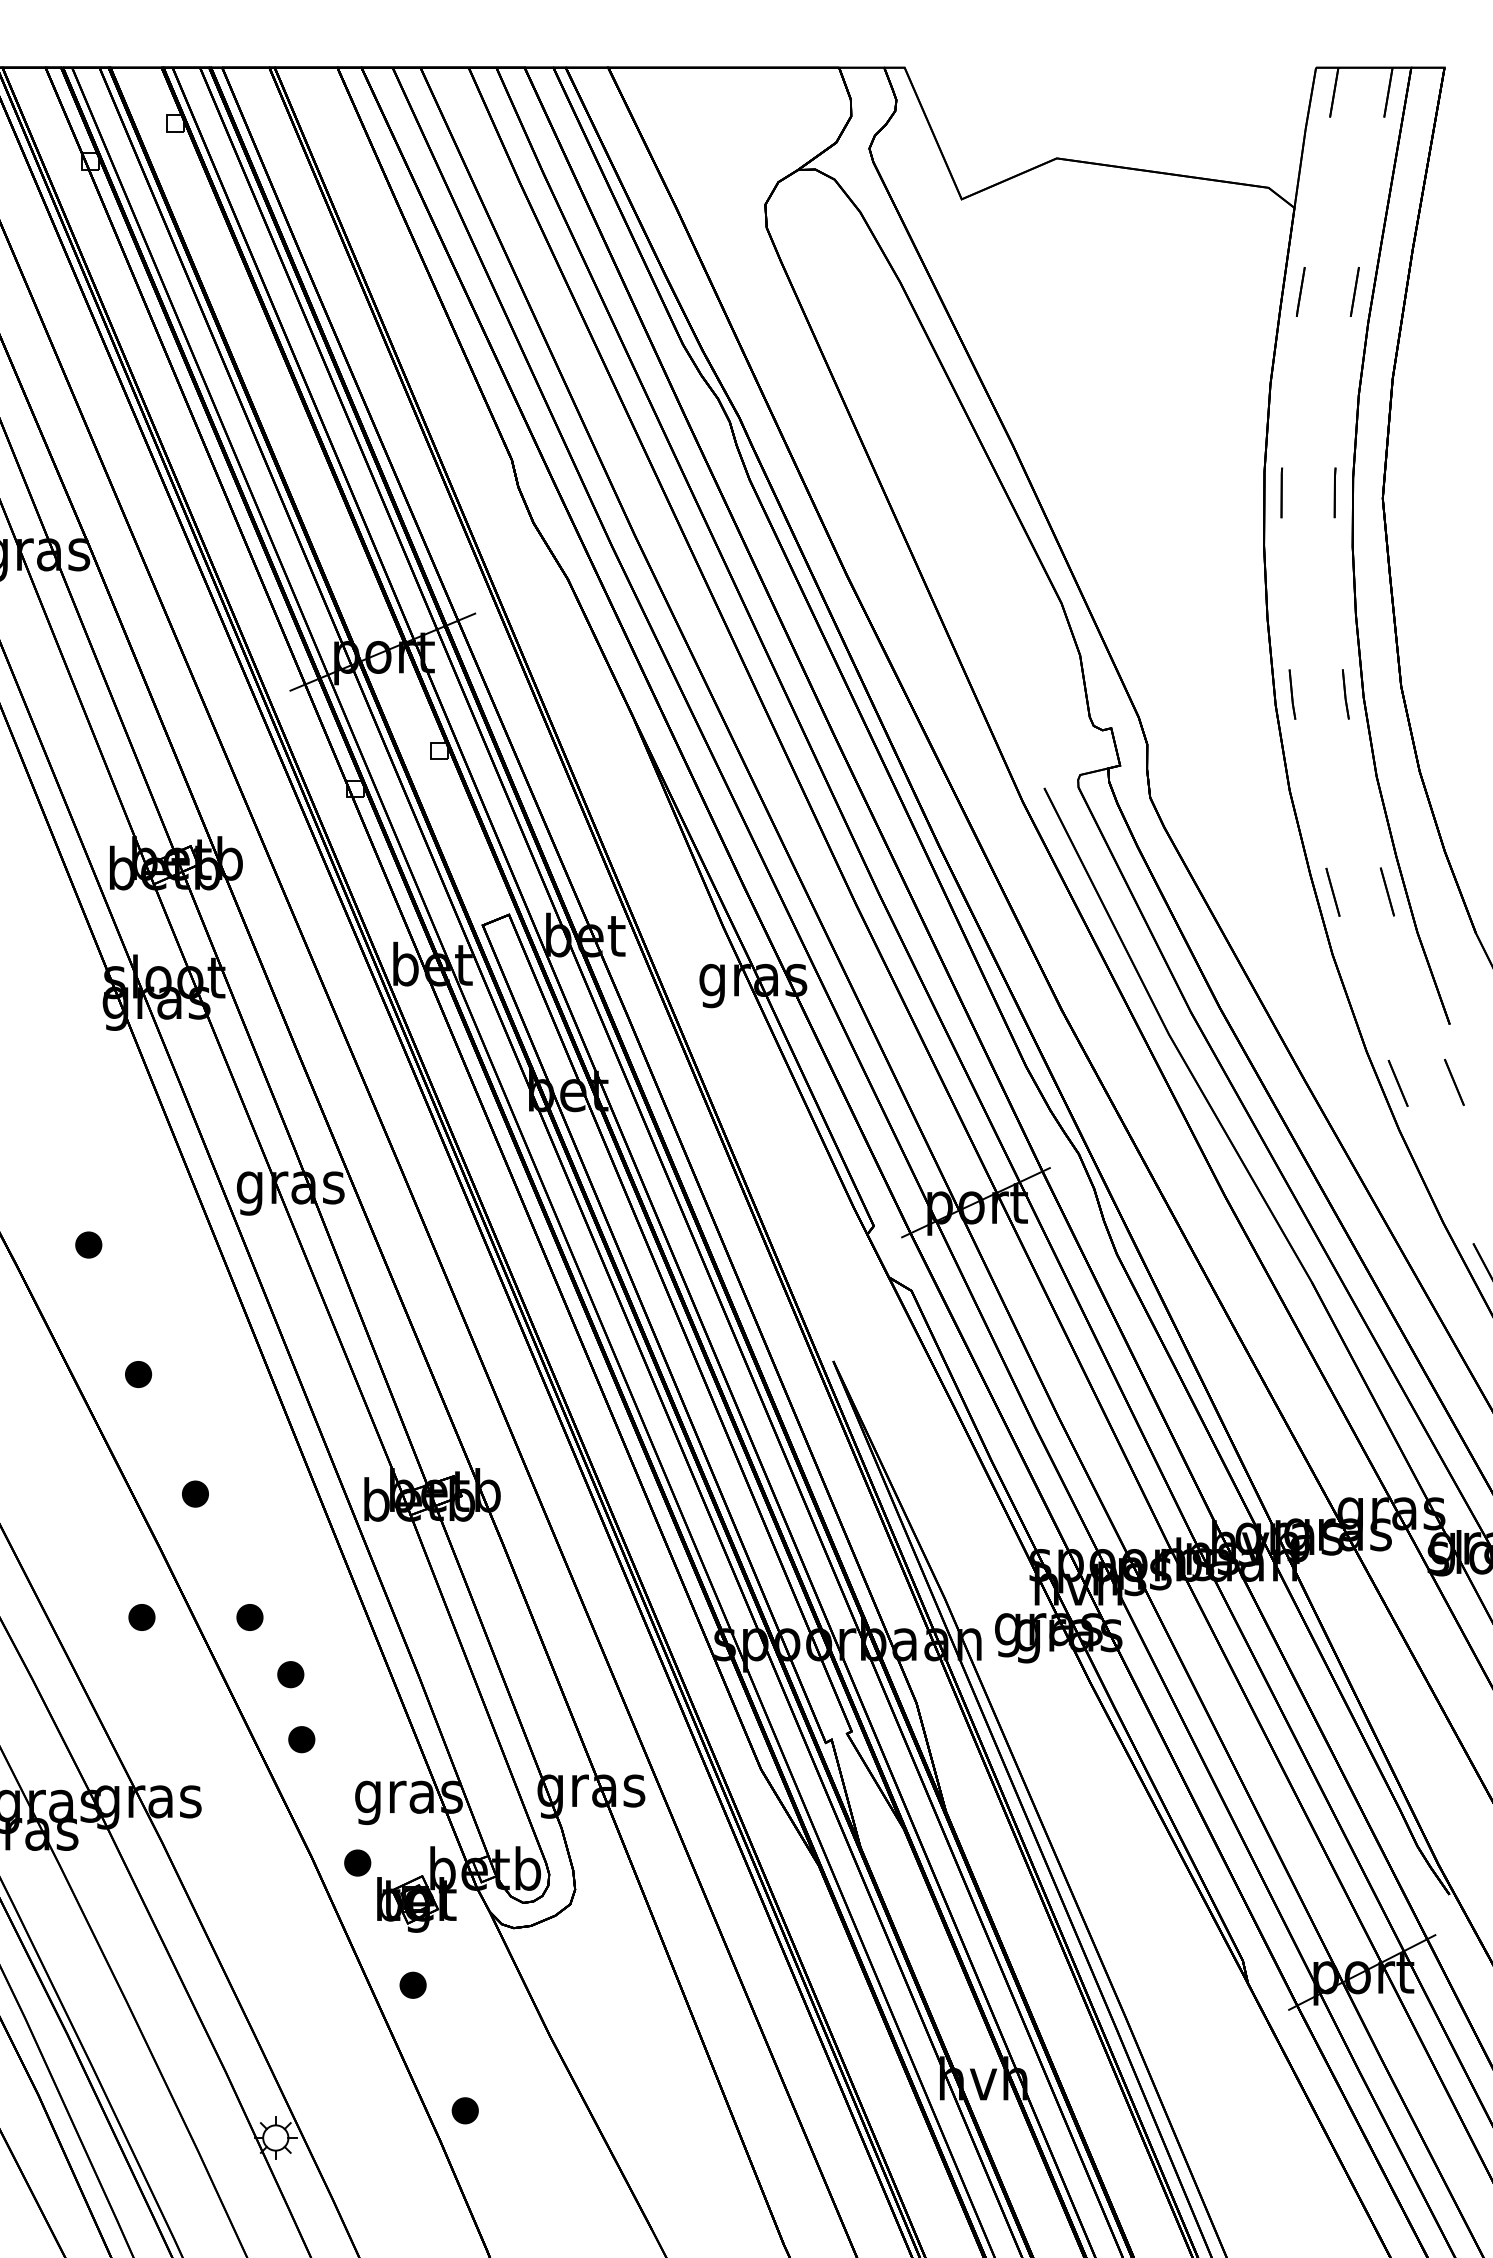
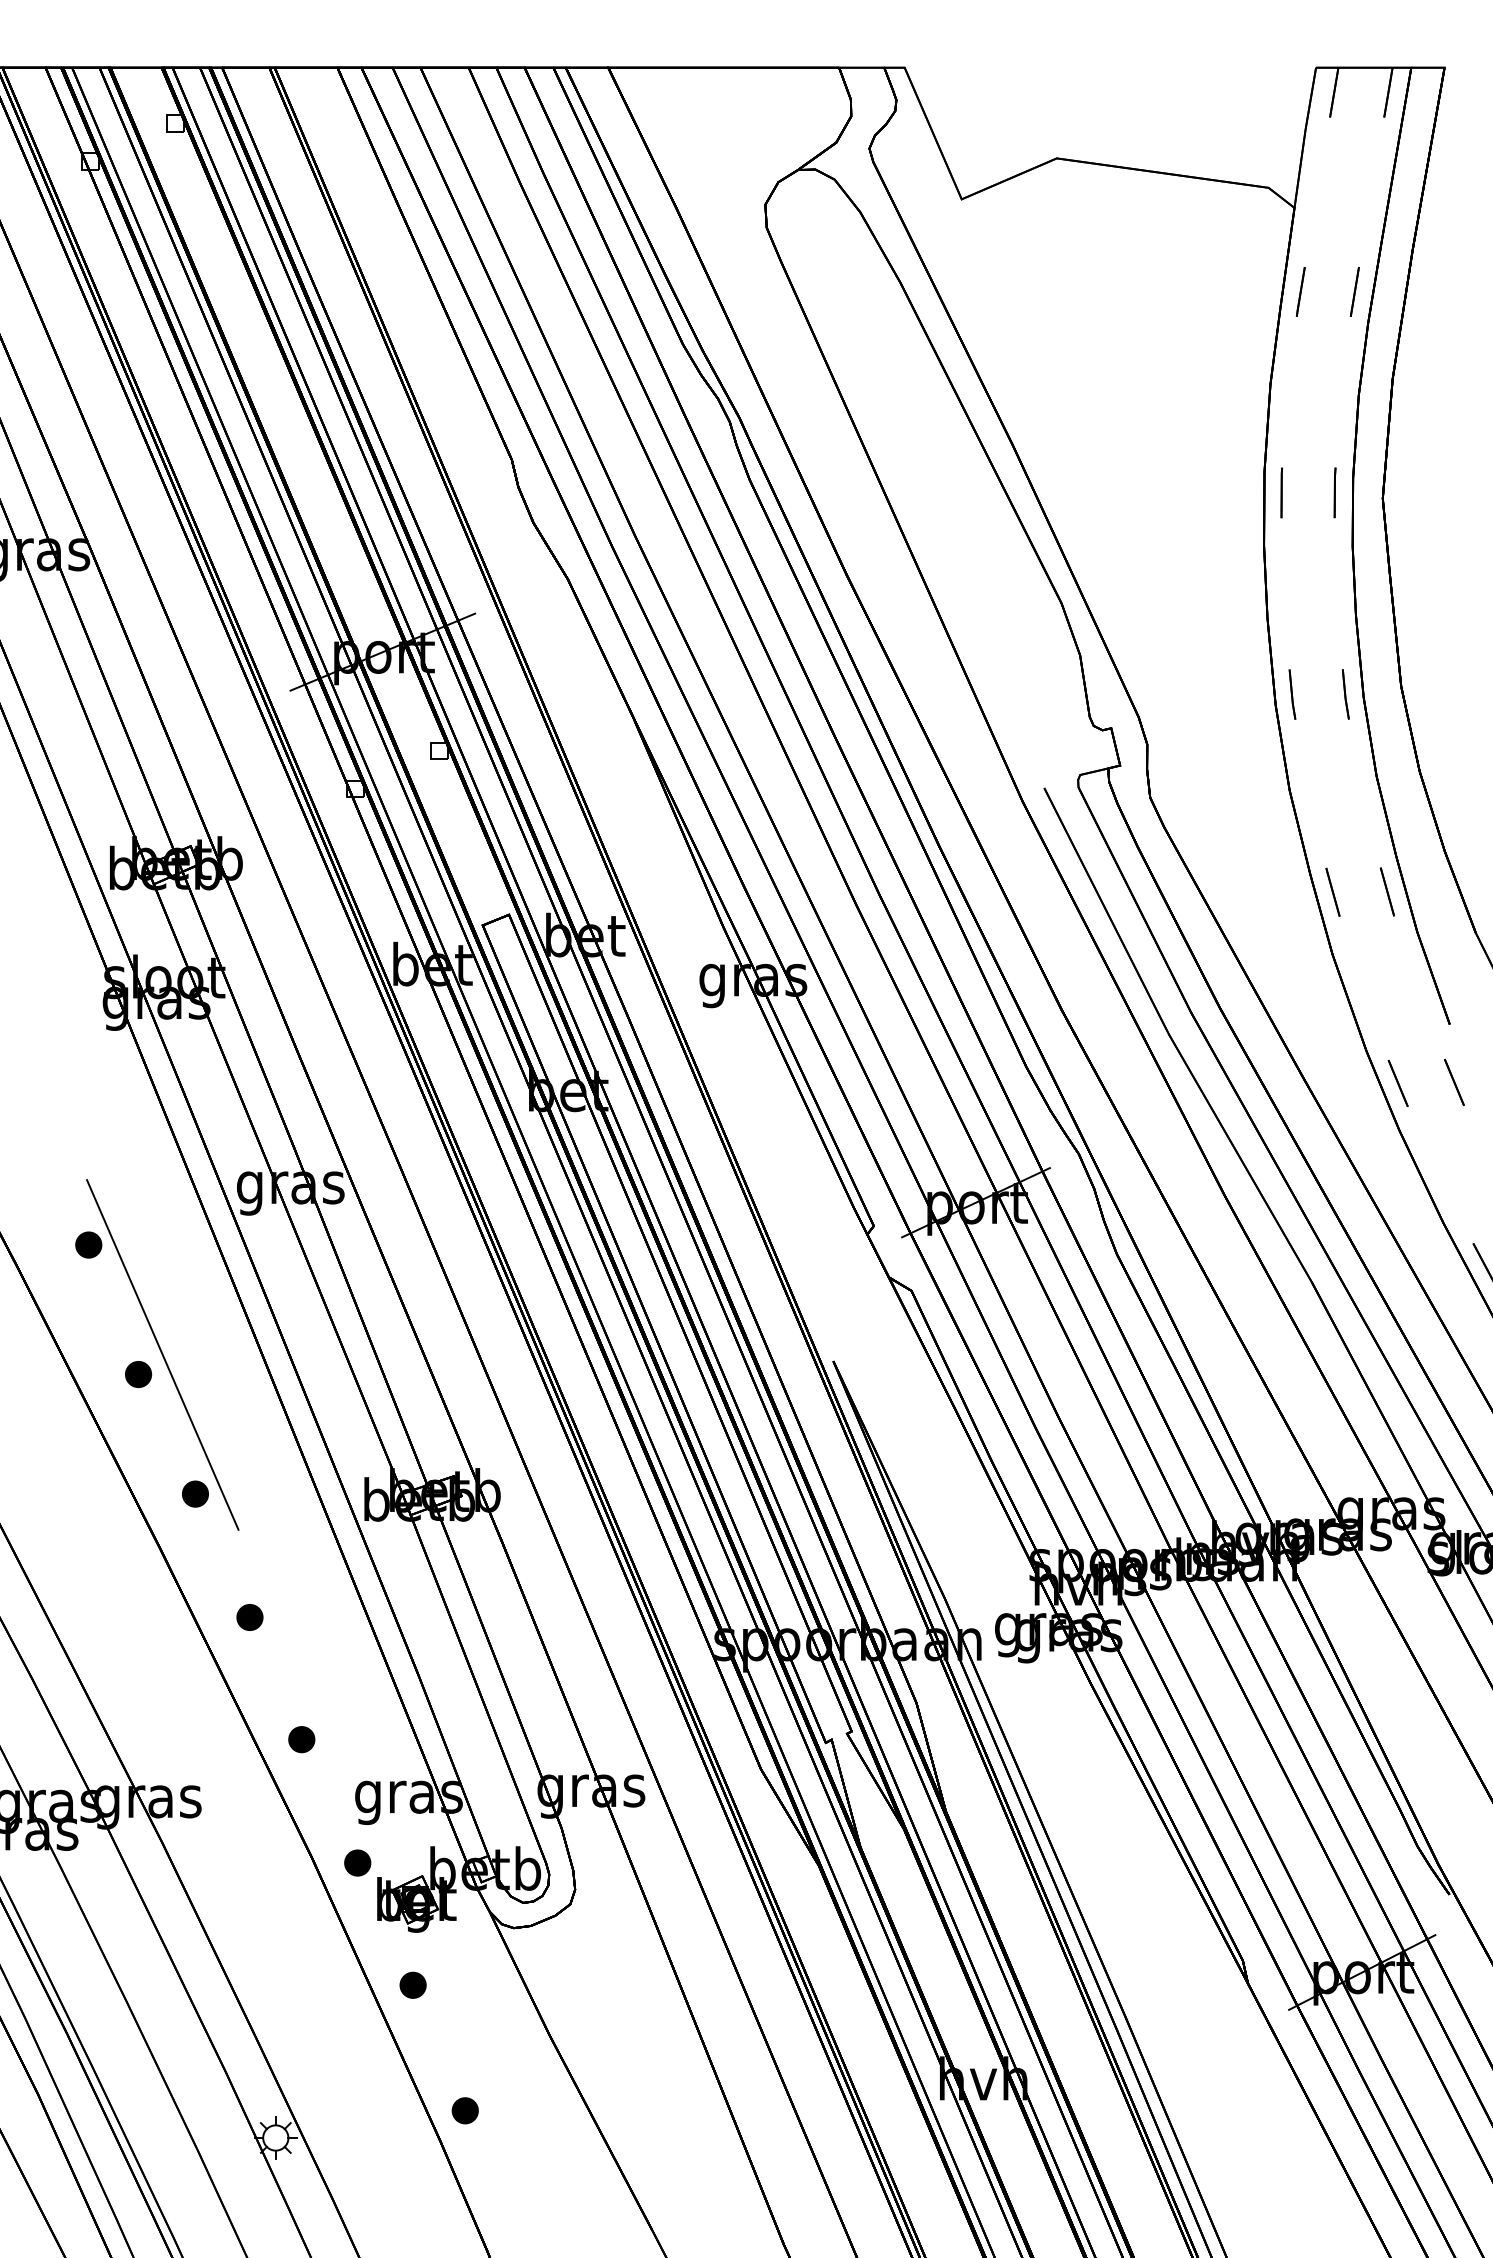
line at (162, 1354): none -> present
part at (141, 1617): present -> none
part at (290, 1674): present -> none
